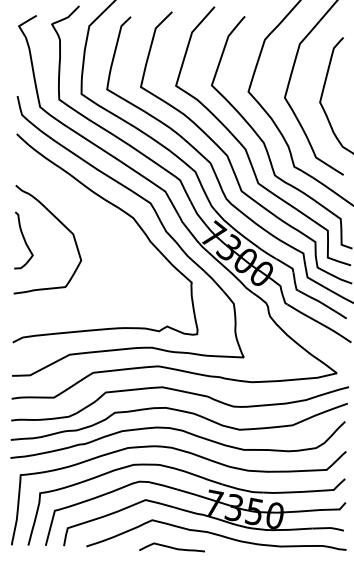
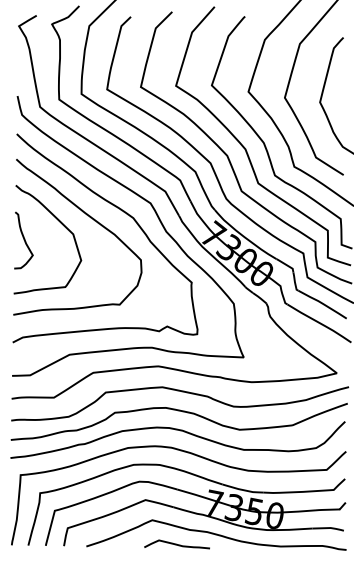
curve at (90, 218): none -> present
curve at (171, 547) position: (171, 547) -> (176, 544)
